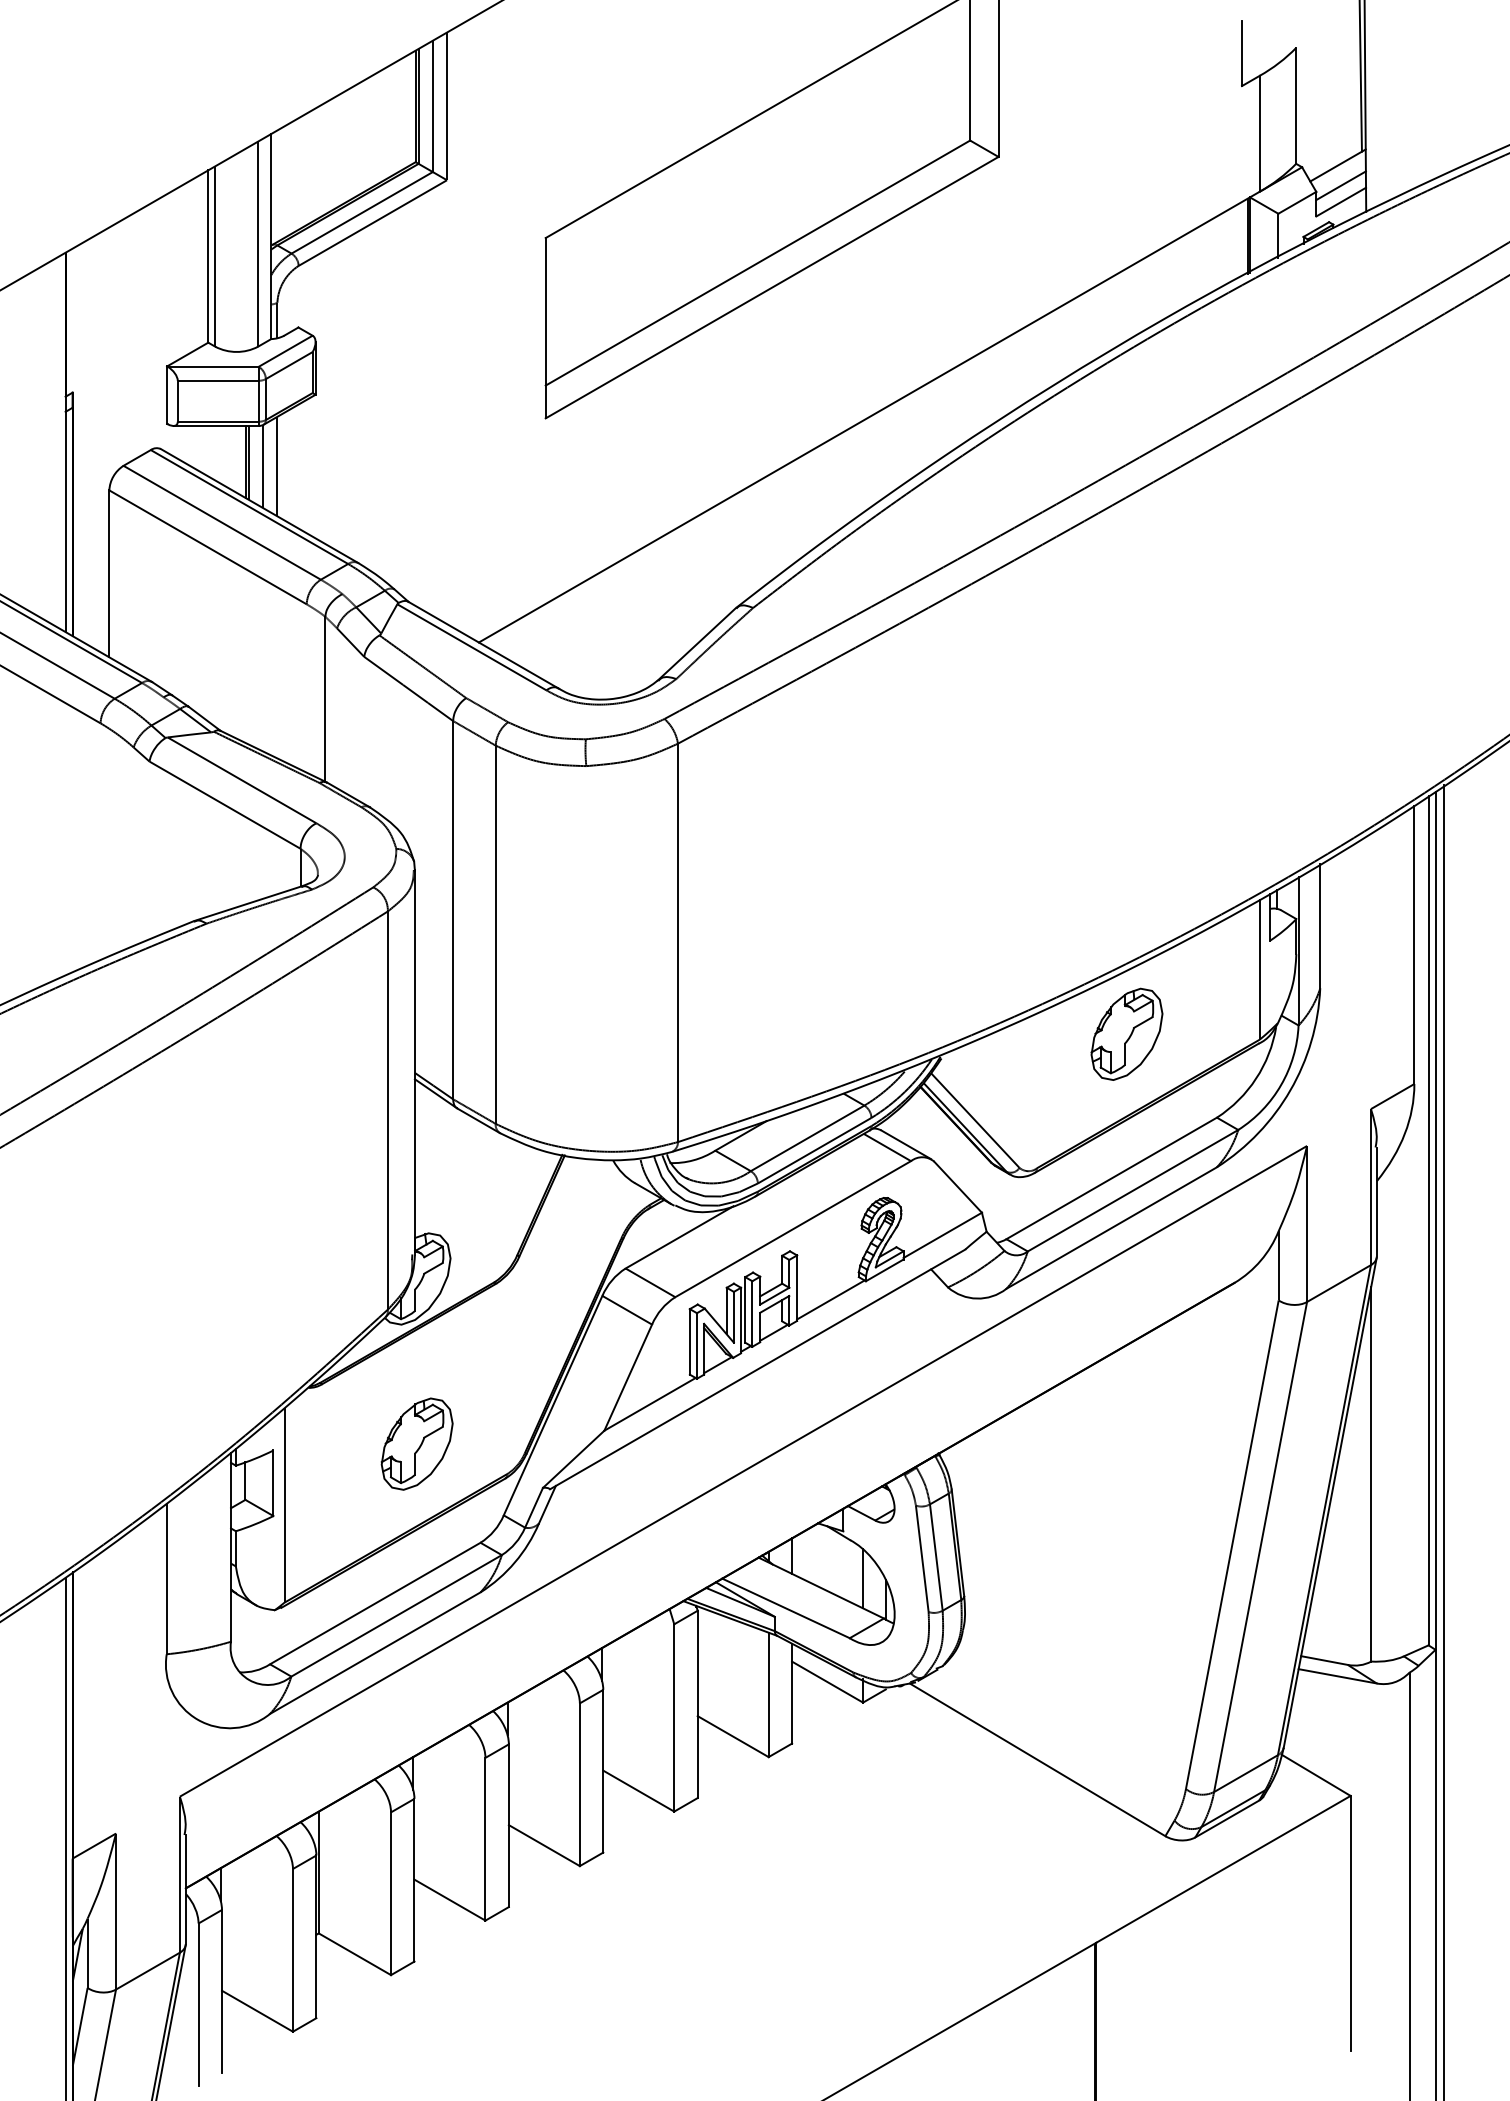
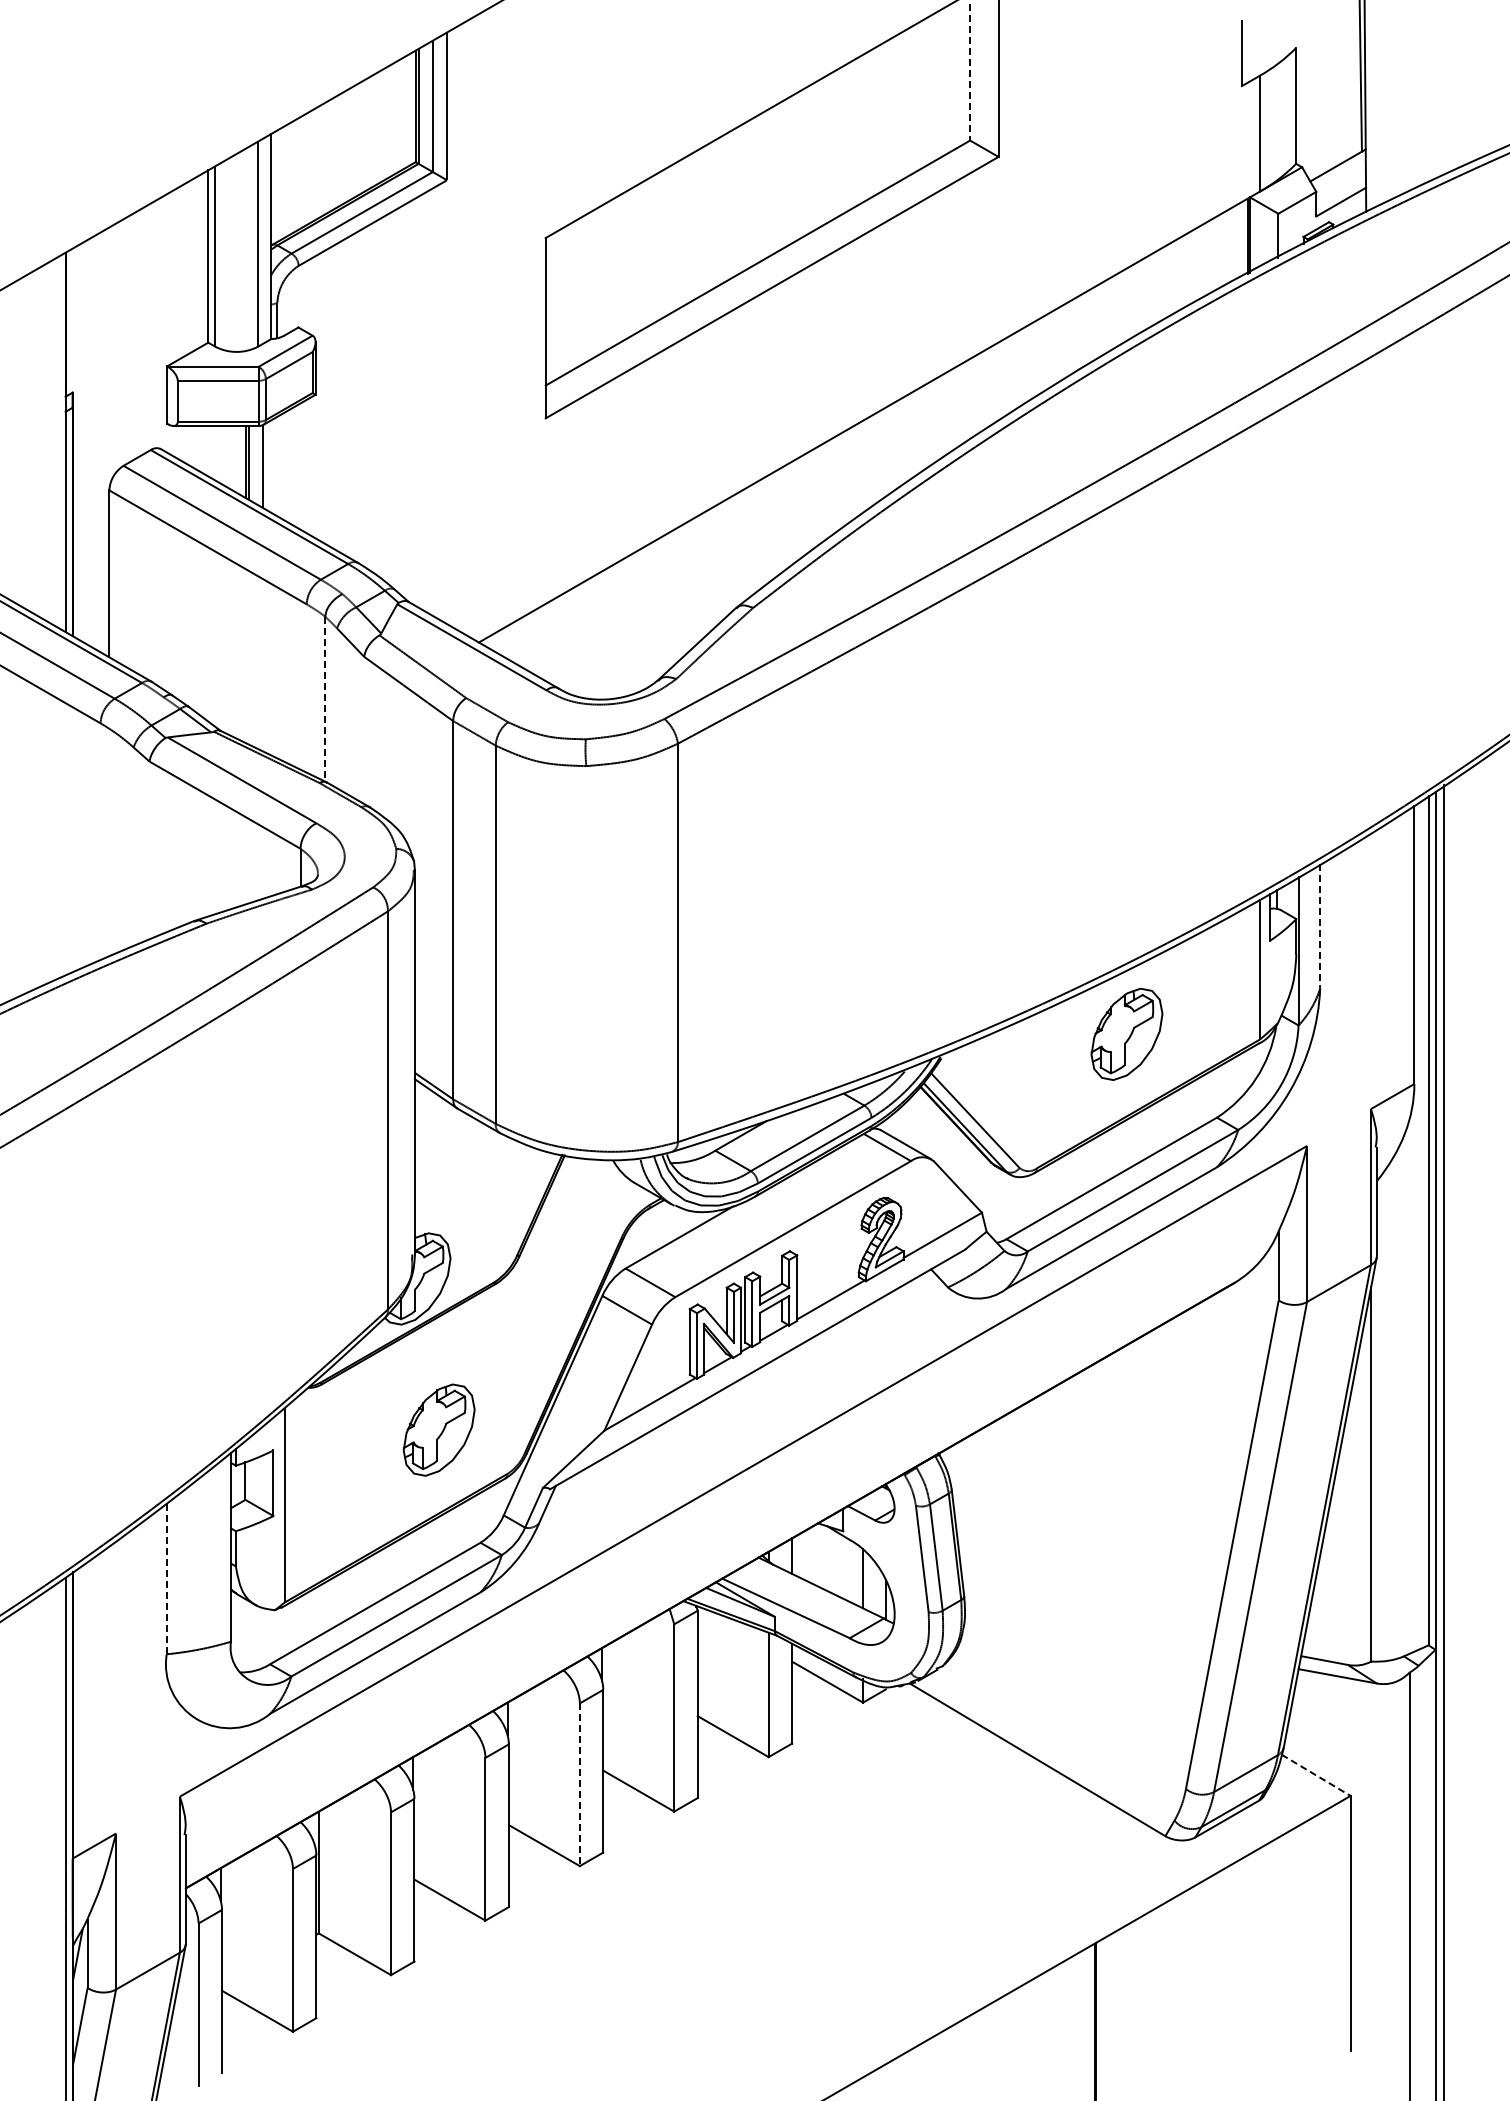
line at (970, 70): solid -> dashed
line at (1340, 185): present -> none
line at (277, 466): present -> none
line at (325, 699): solid -> dashed
line at (1320, 926): solid -> dashed
part at (416, 1443) position: (416, 1443) -> (438, 1429)
line at (166, 1578): solid -> dashed
line at (1316, 1775): solid -> dashed
line at (579, 1785): solid -> dashed
